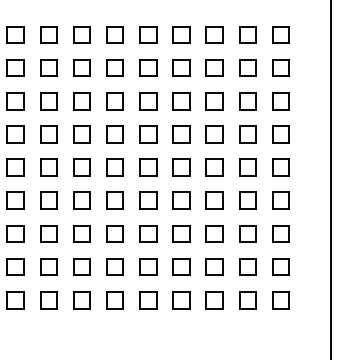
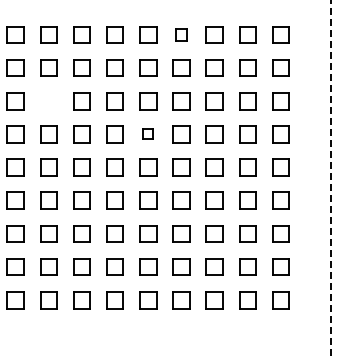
part at (181, 34) size: 19x18 px -> 13x14 px
part at (48, 101): present -> none
part at (148, 134) size: 19x19 px -> 12x12 px
line at (330, 179): solid -> dashed
